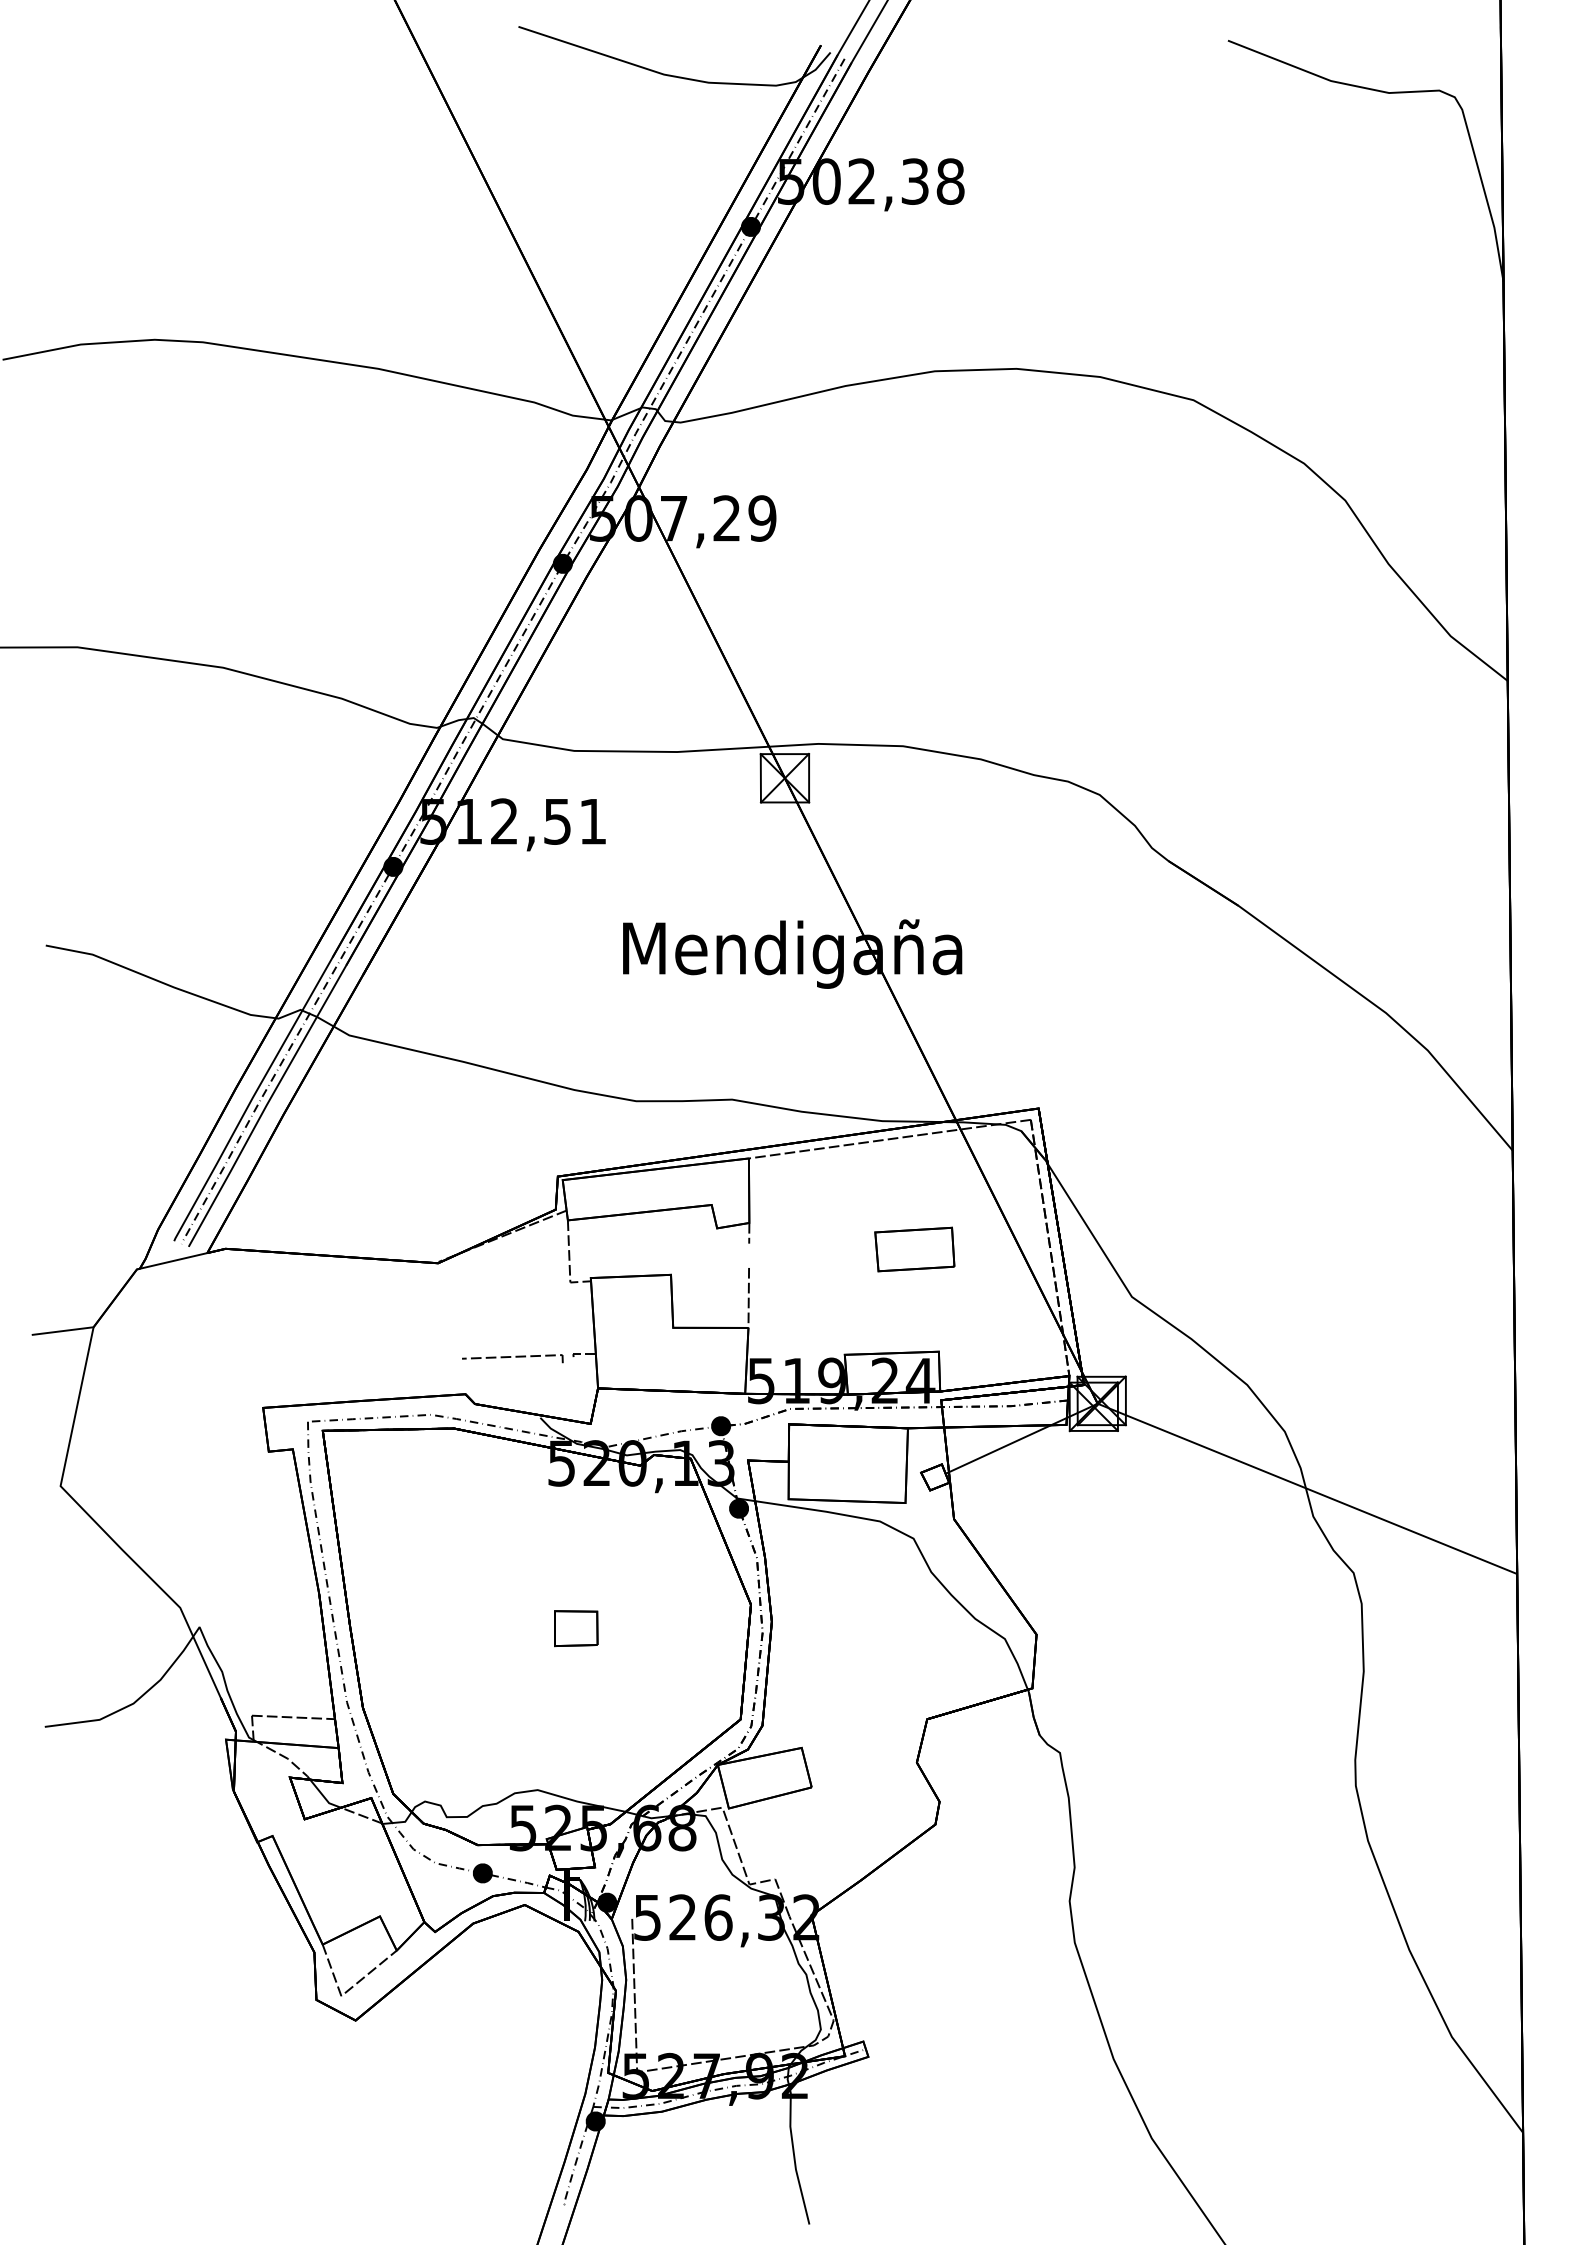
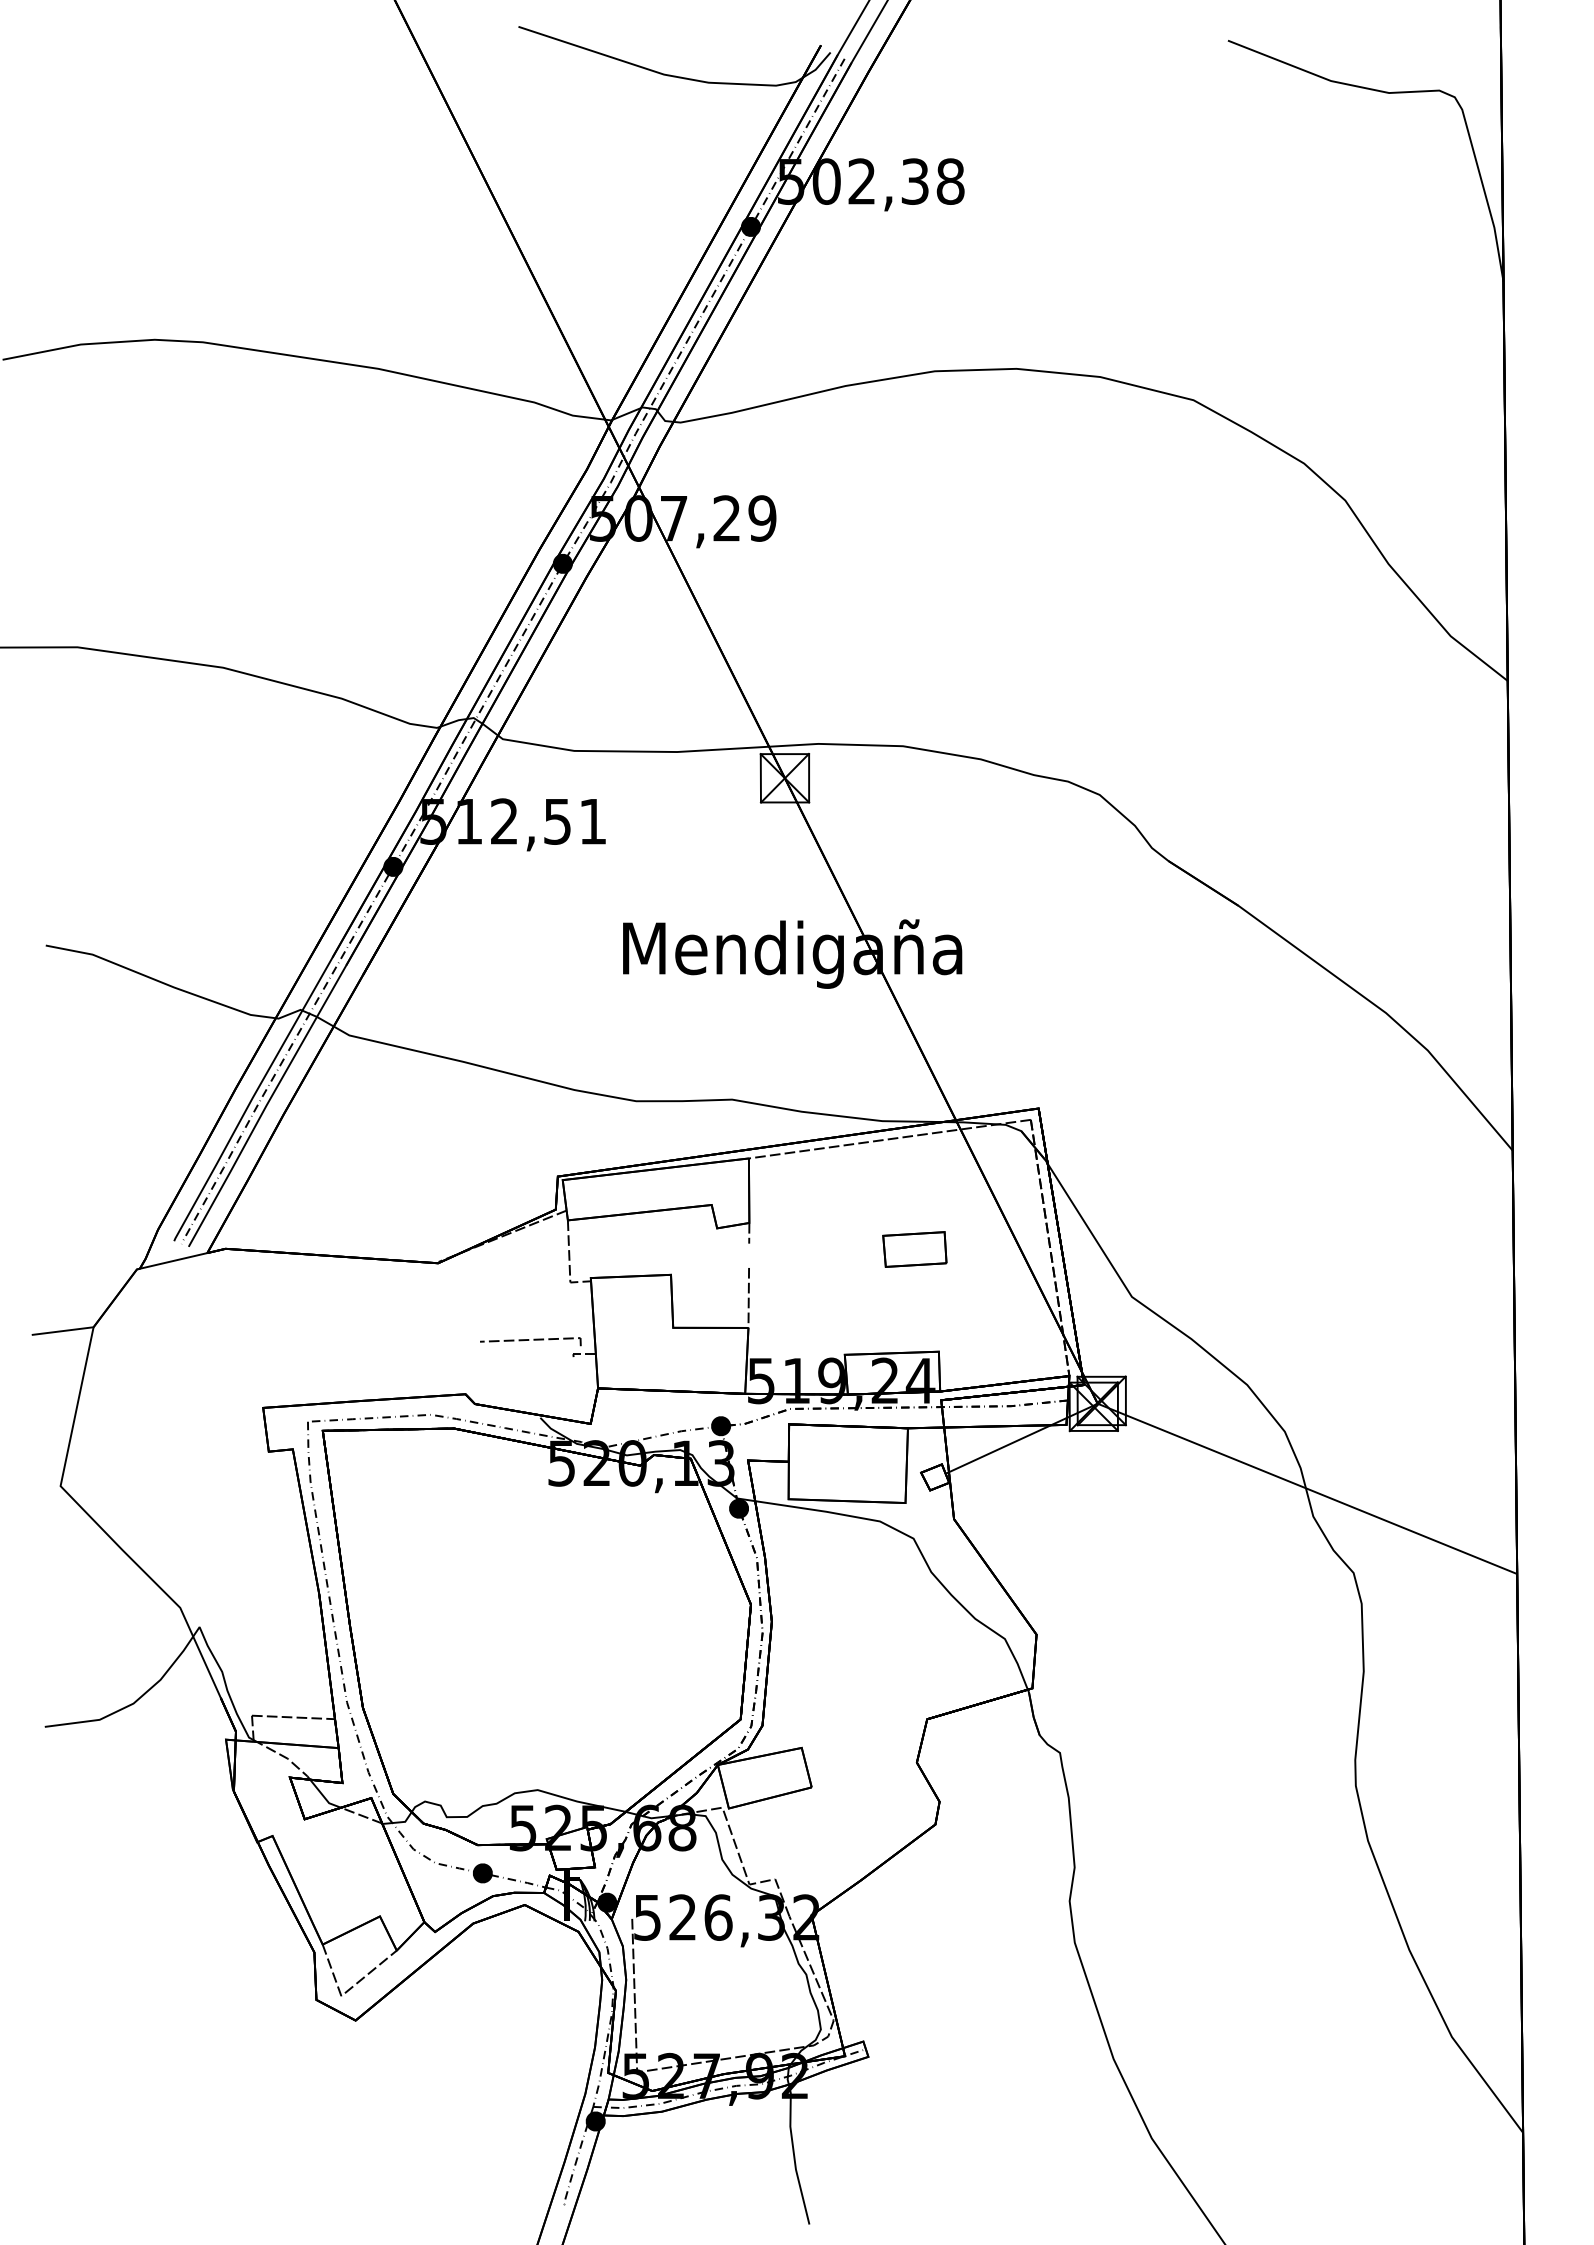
part at (914, 1249) size: 82x47 px -> 66x37 px
line at (511, 1357) position: (511, 1357) -> (529, 1340)
part at (576, 1628): present -> none
